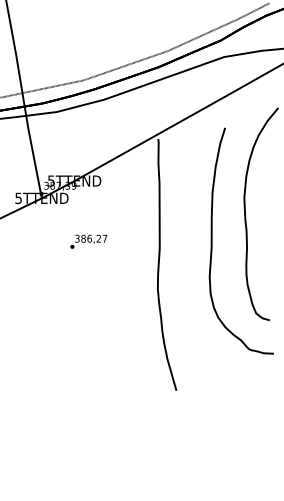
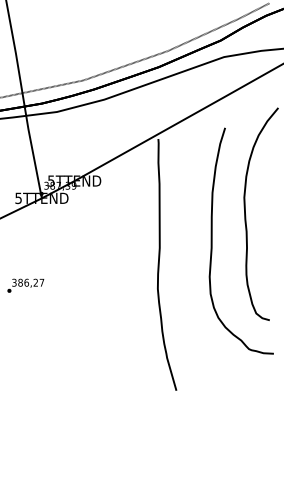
text at (88, 241) position: (88, 241) -> (25, 285)
